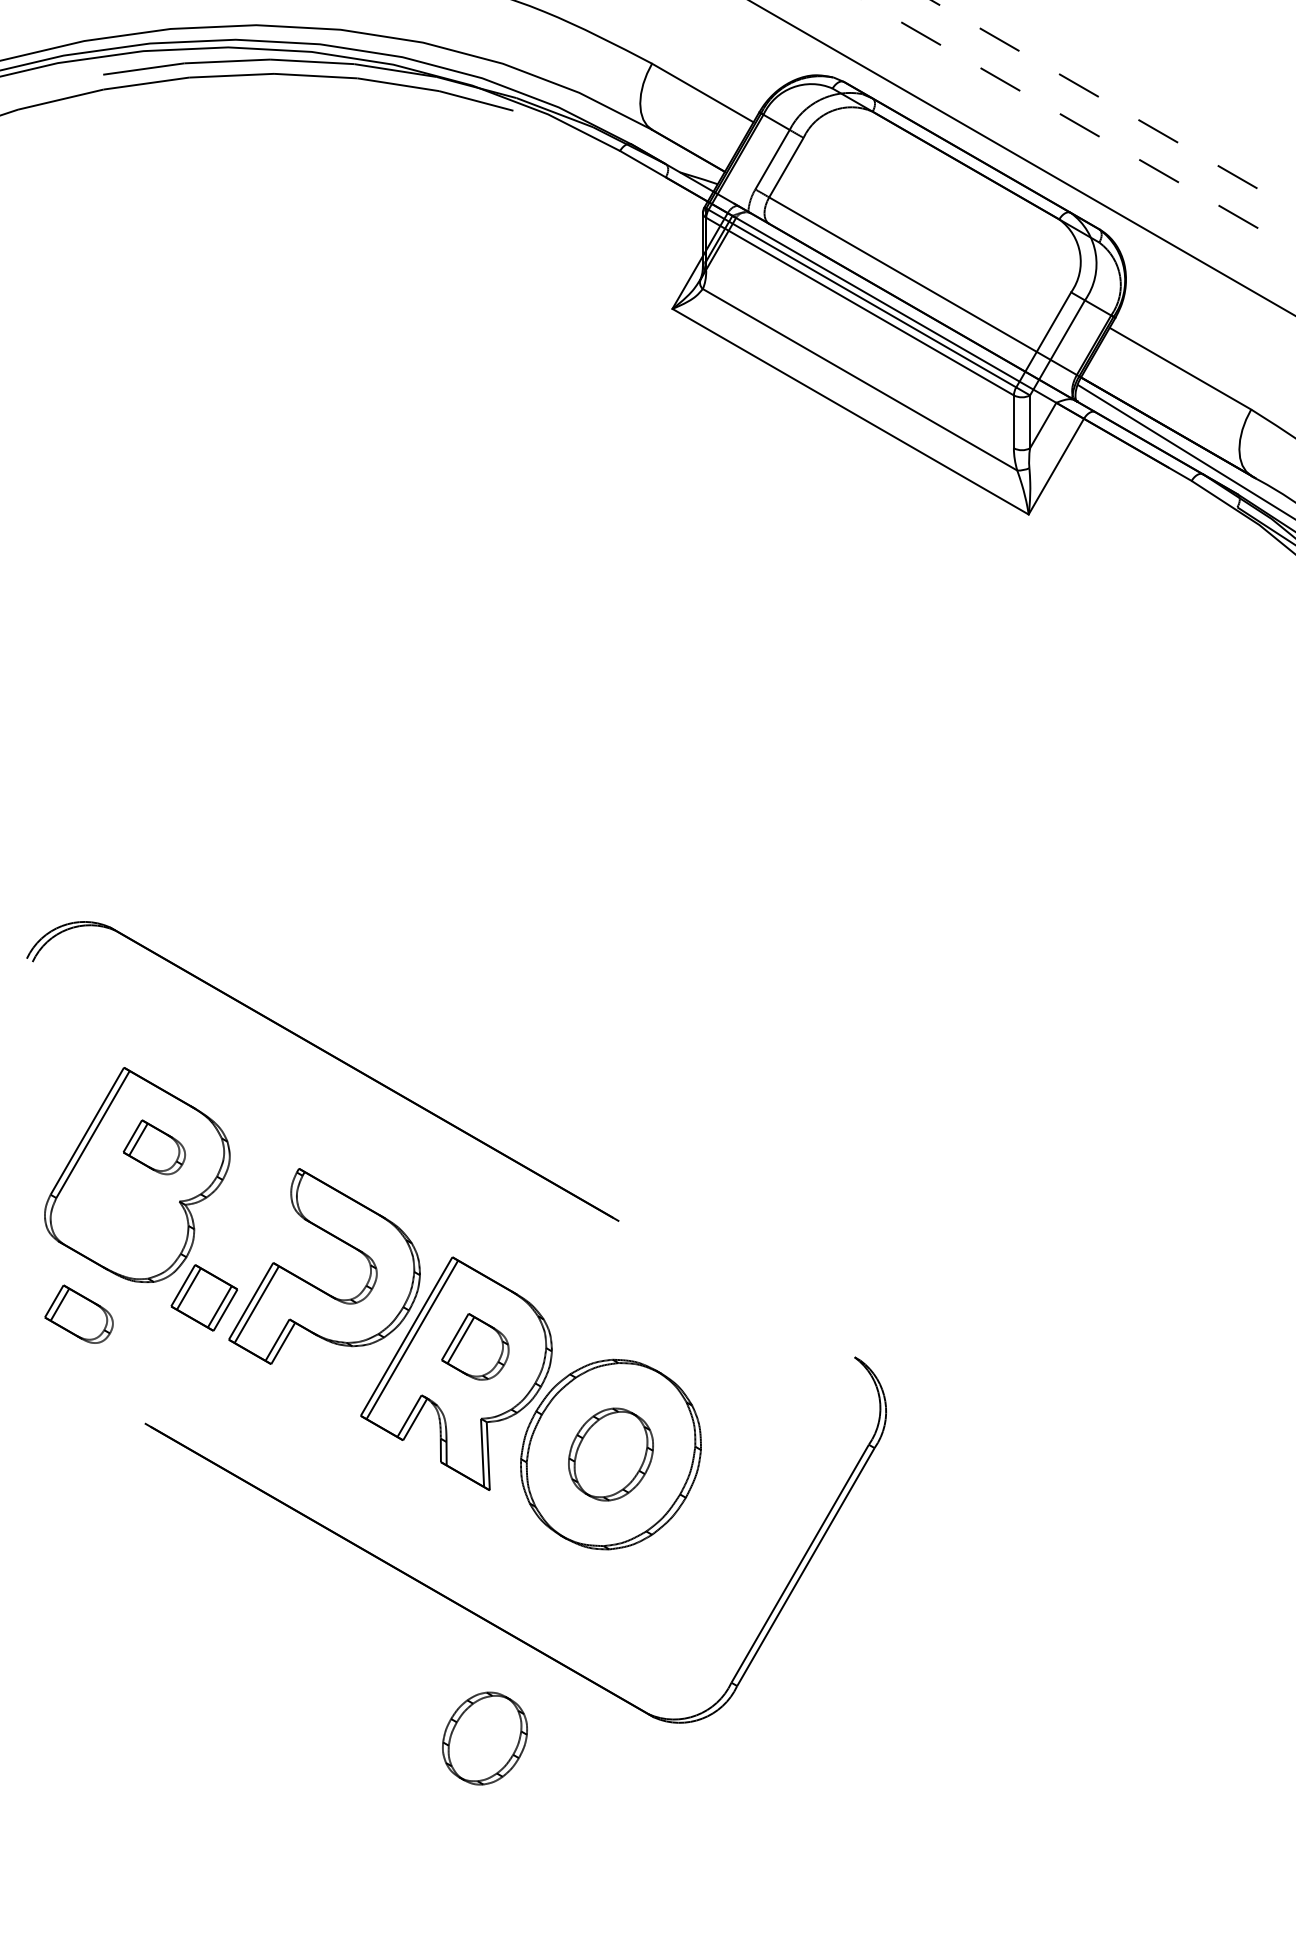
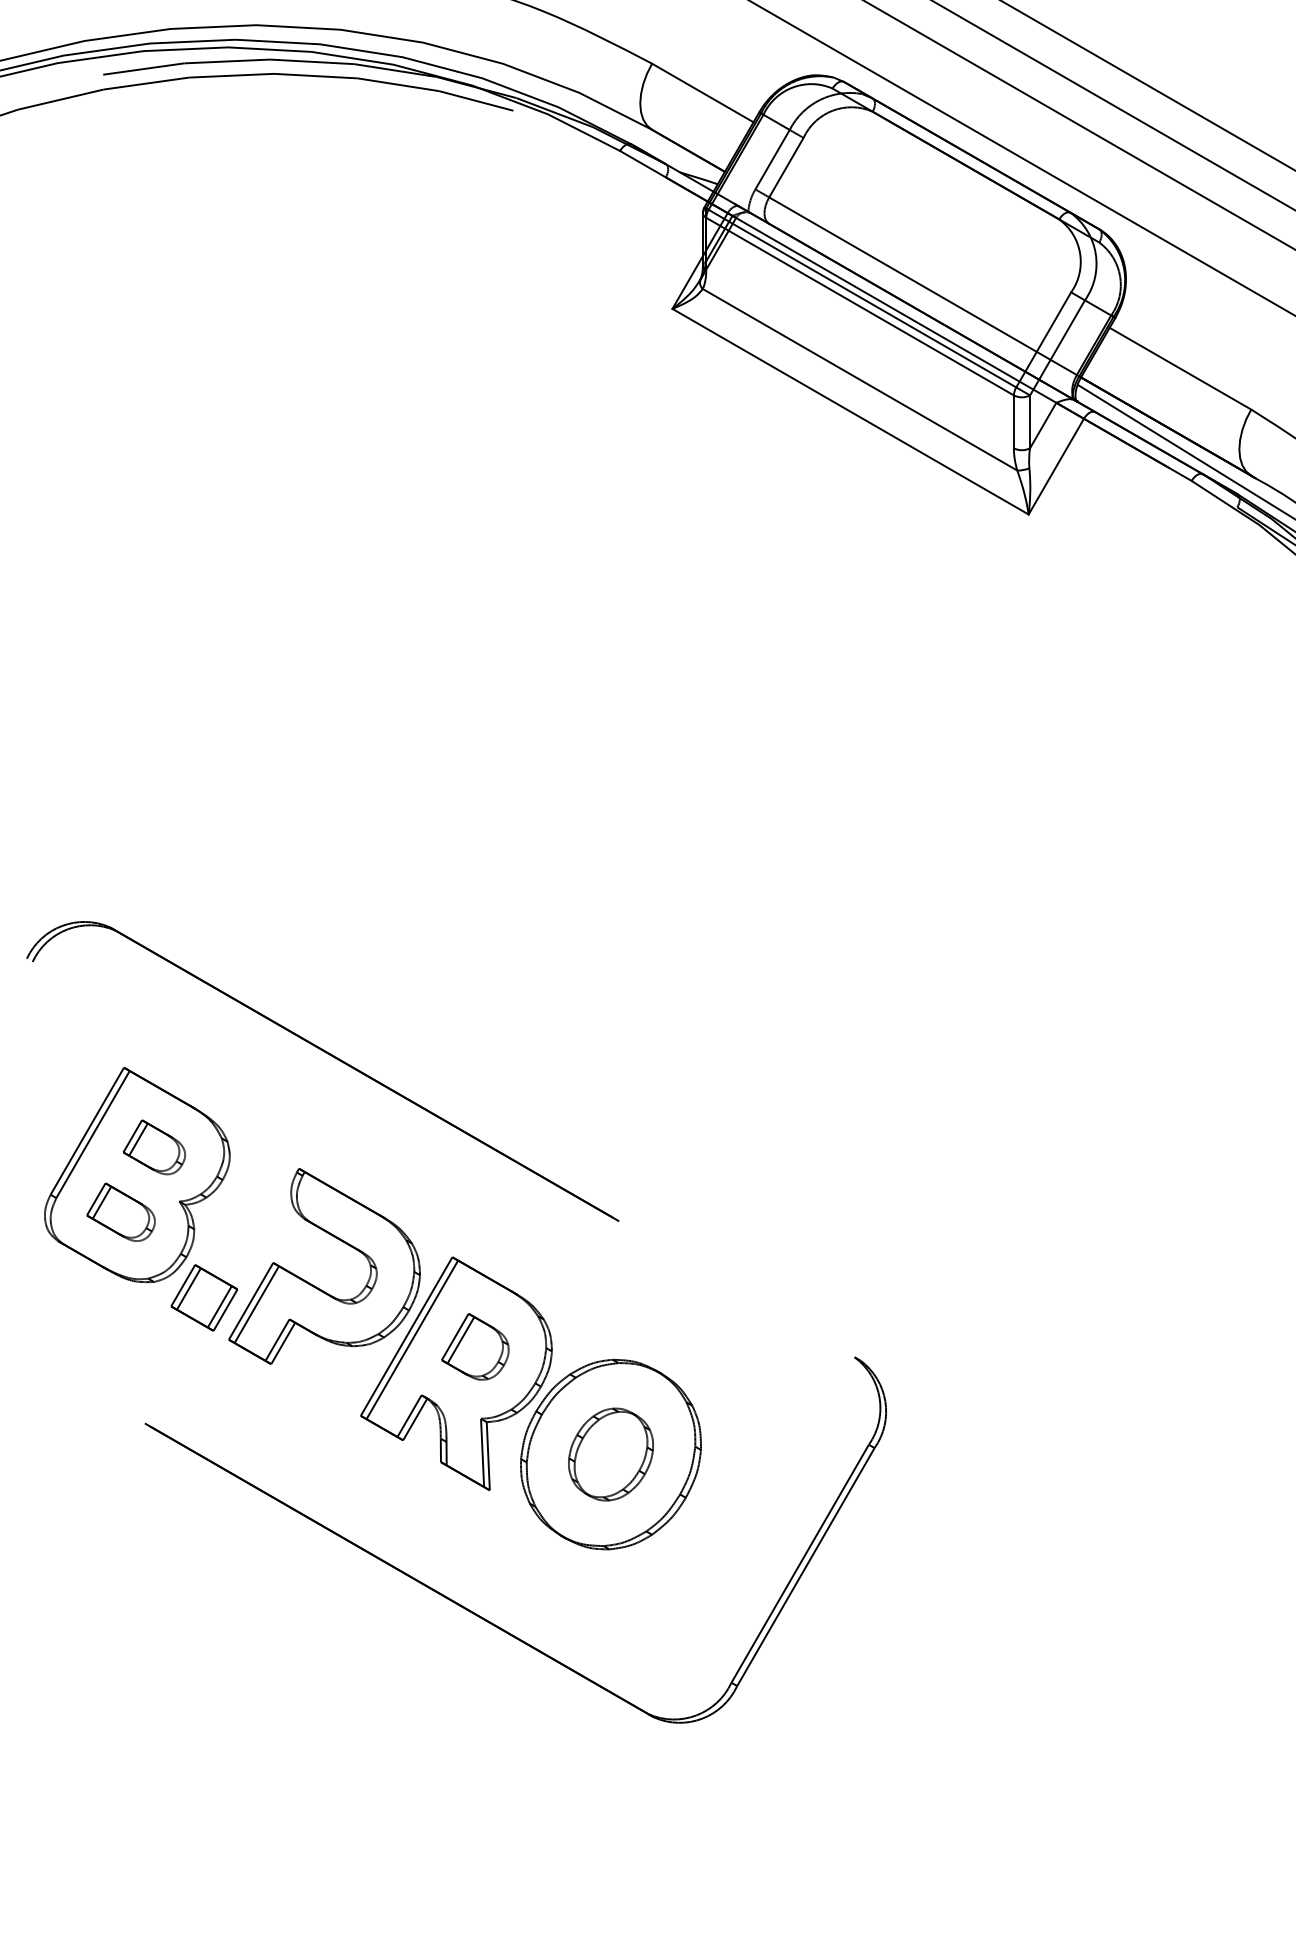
line at (1147, 85): none -> present
line at (1113, 105): dashed -> solid
line at (1079, 124): dashed -> solid
part at (78, 1313) position: (78, 1313) -> (120, 1211)
part at (484, 1738): present -> none
